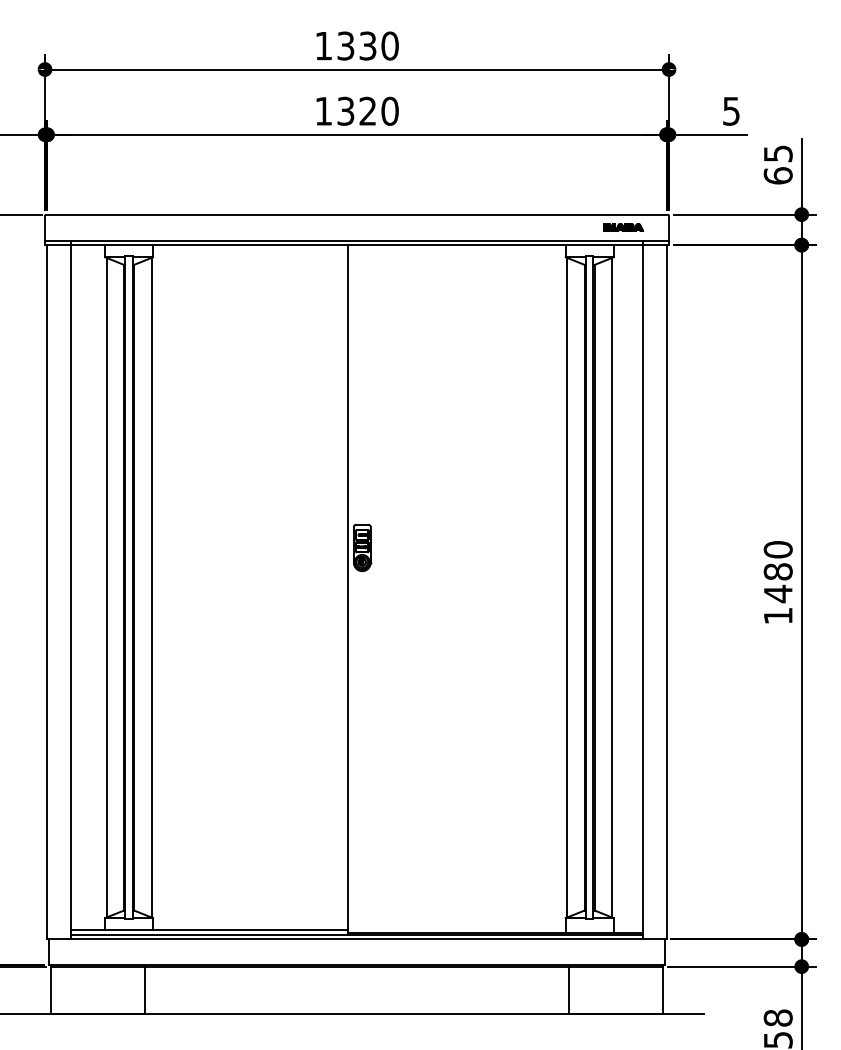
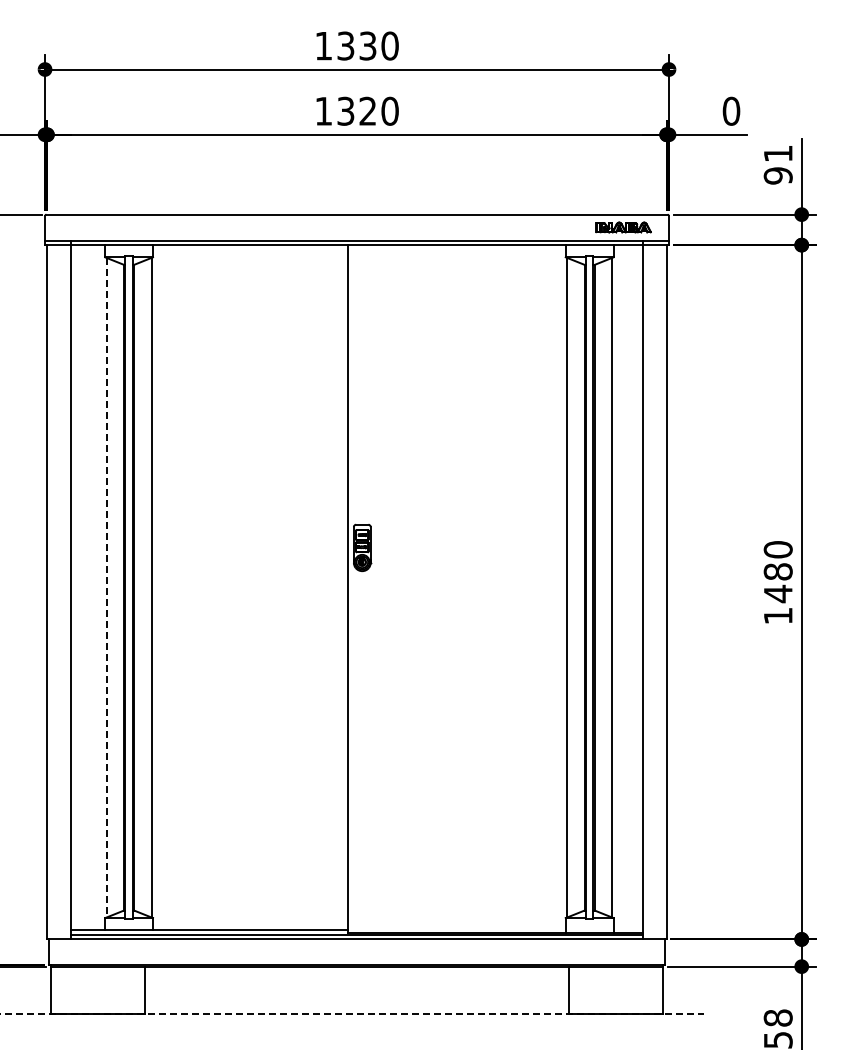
text at (731, 110): 5 -> 0
text at (777, 164): 65 -> 91
part at (623, 227) size: 41x9 px -> 57x13 px
line at (106, 587): solid -> dashed
line at (352, 1013): solid -> dashed
